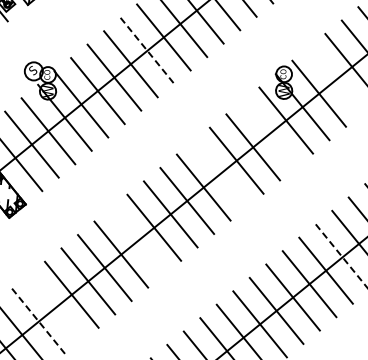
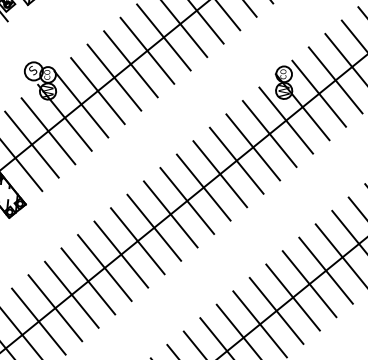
line at (147, 51): dashed -> solid
line at (335, 80): none -> present
line at (269, 133): none -> present
line at (220, 174): none -> present
line at (137, 241): none -> present
line at (341, 256): dashed -> solid
line at (55, 308): none -> present
line at (38, 321): dashed -> solid
